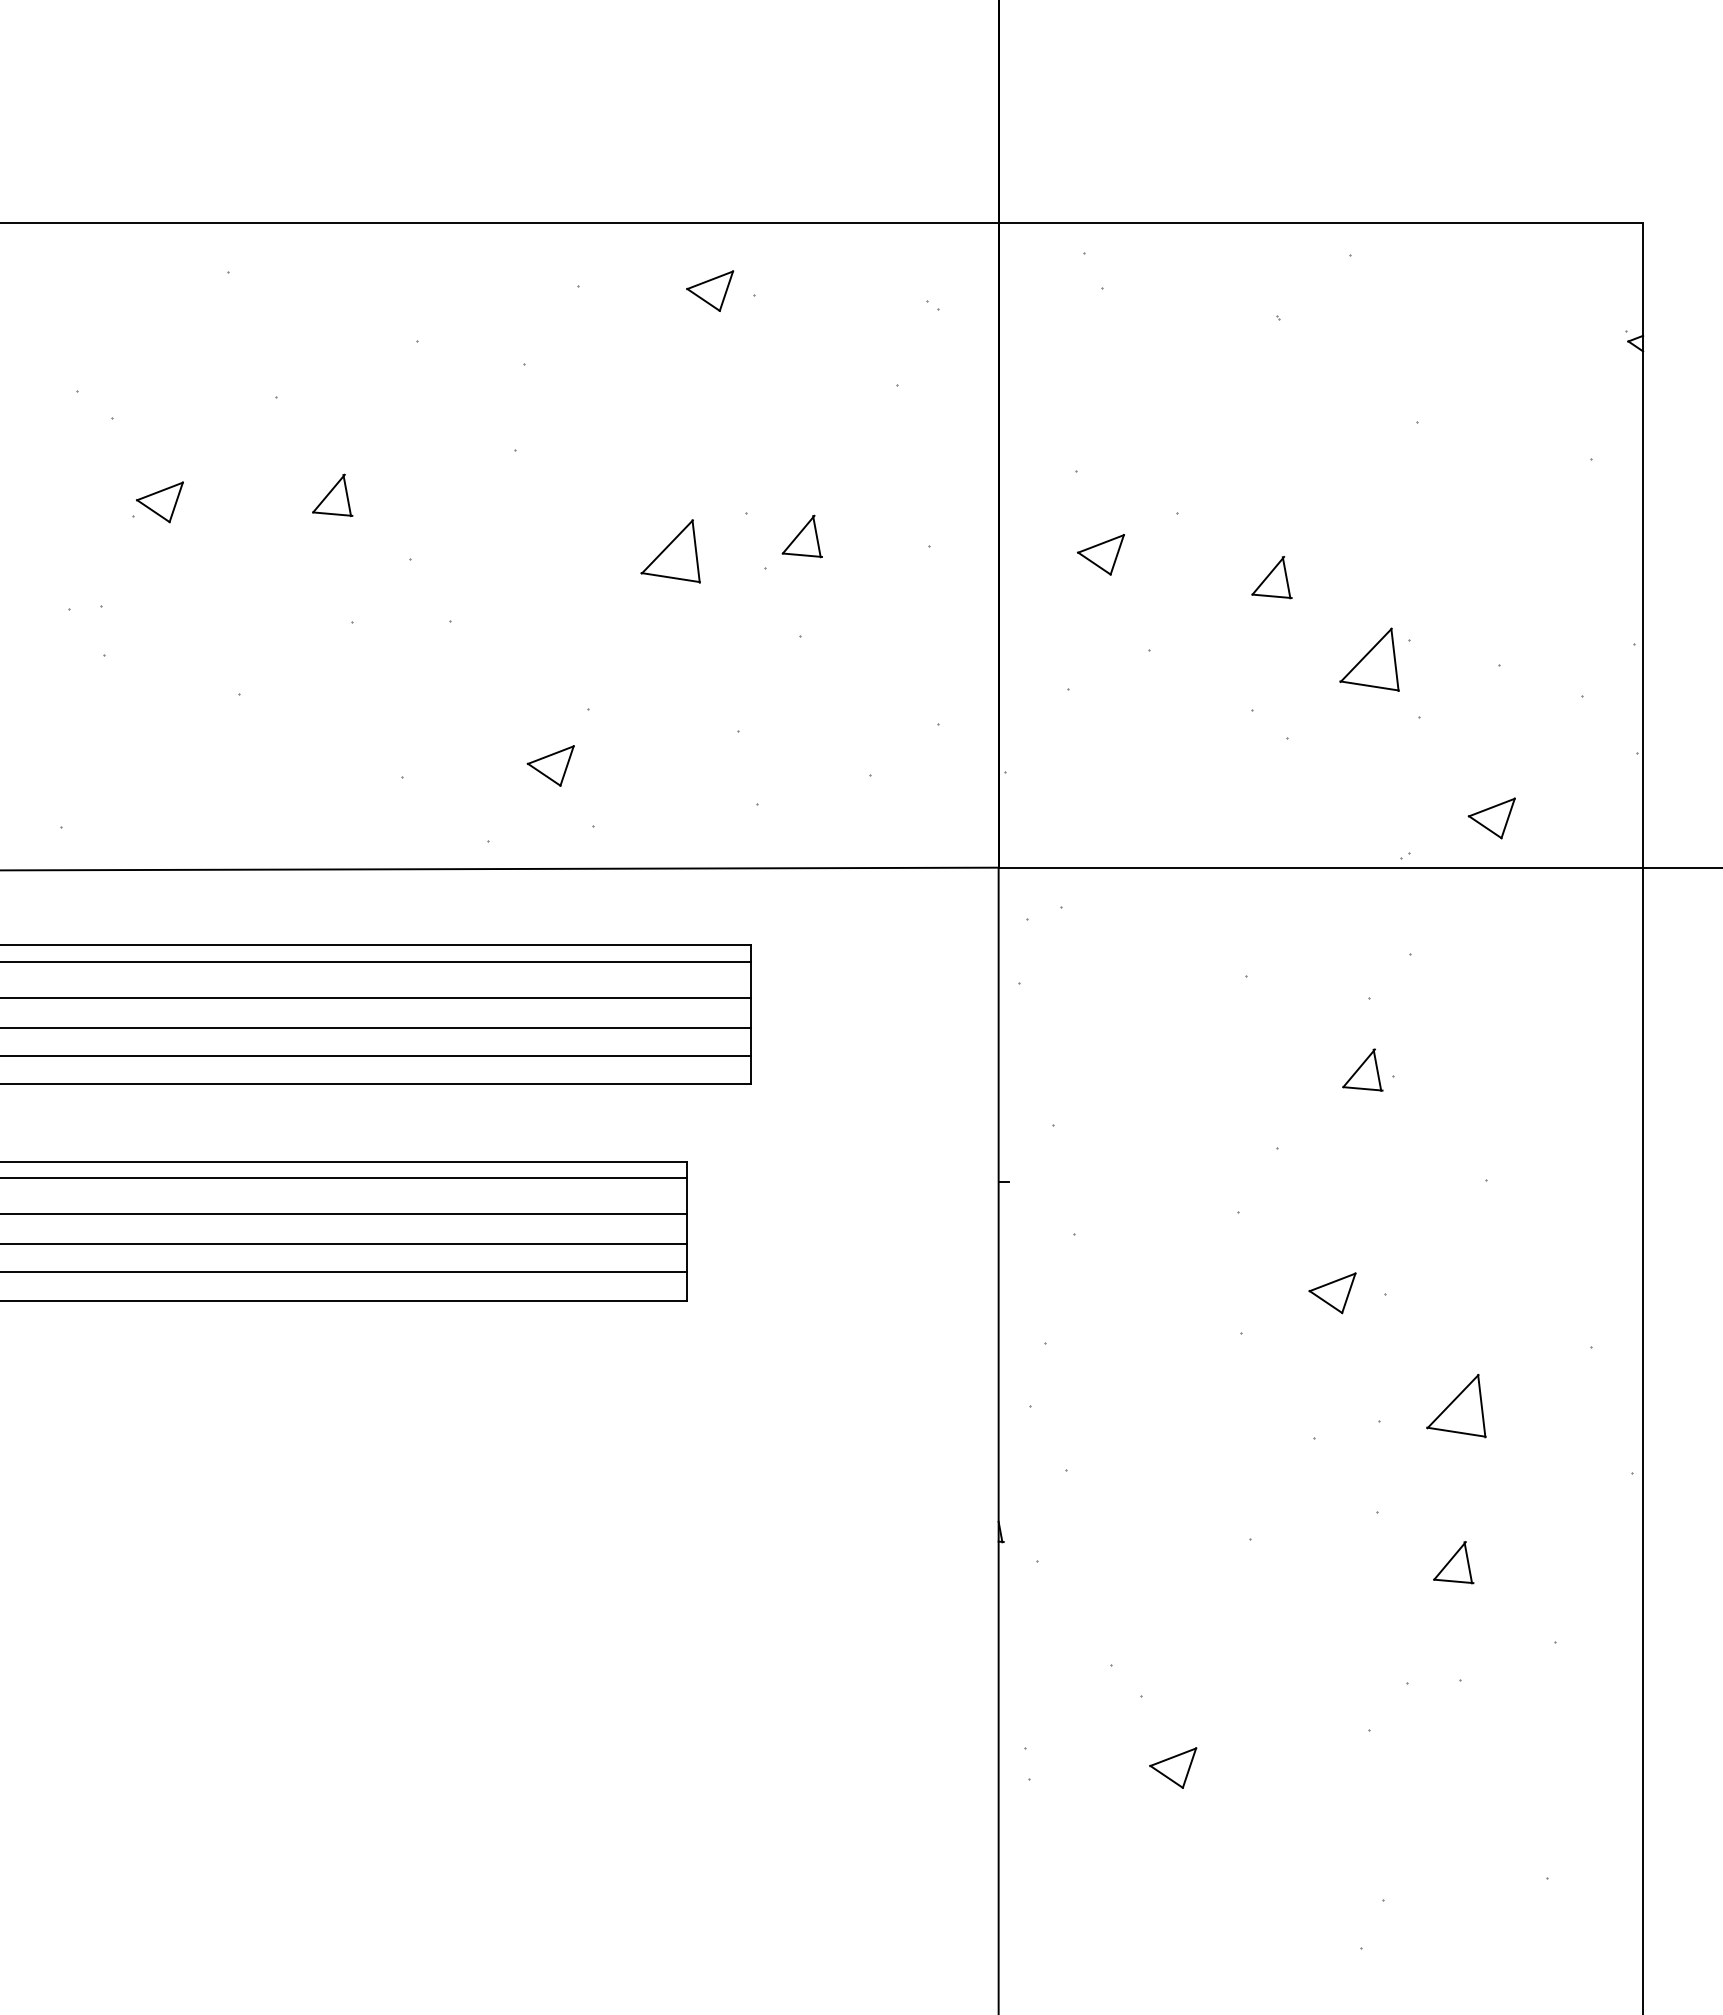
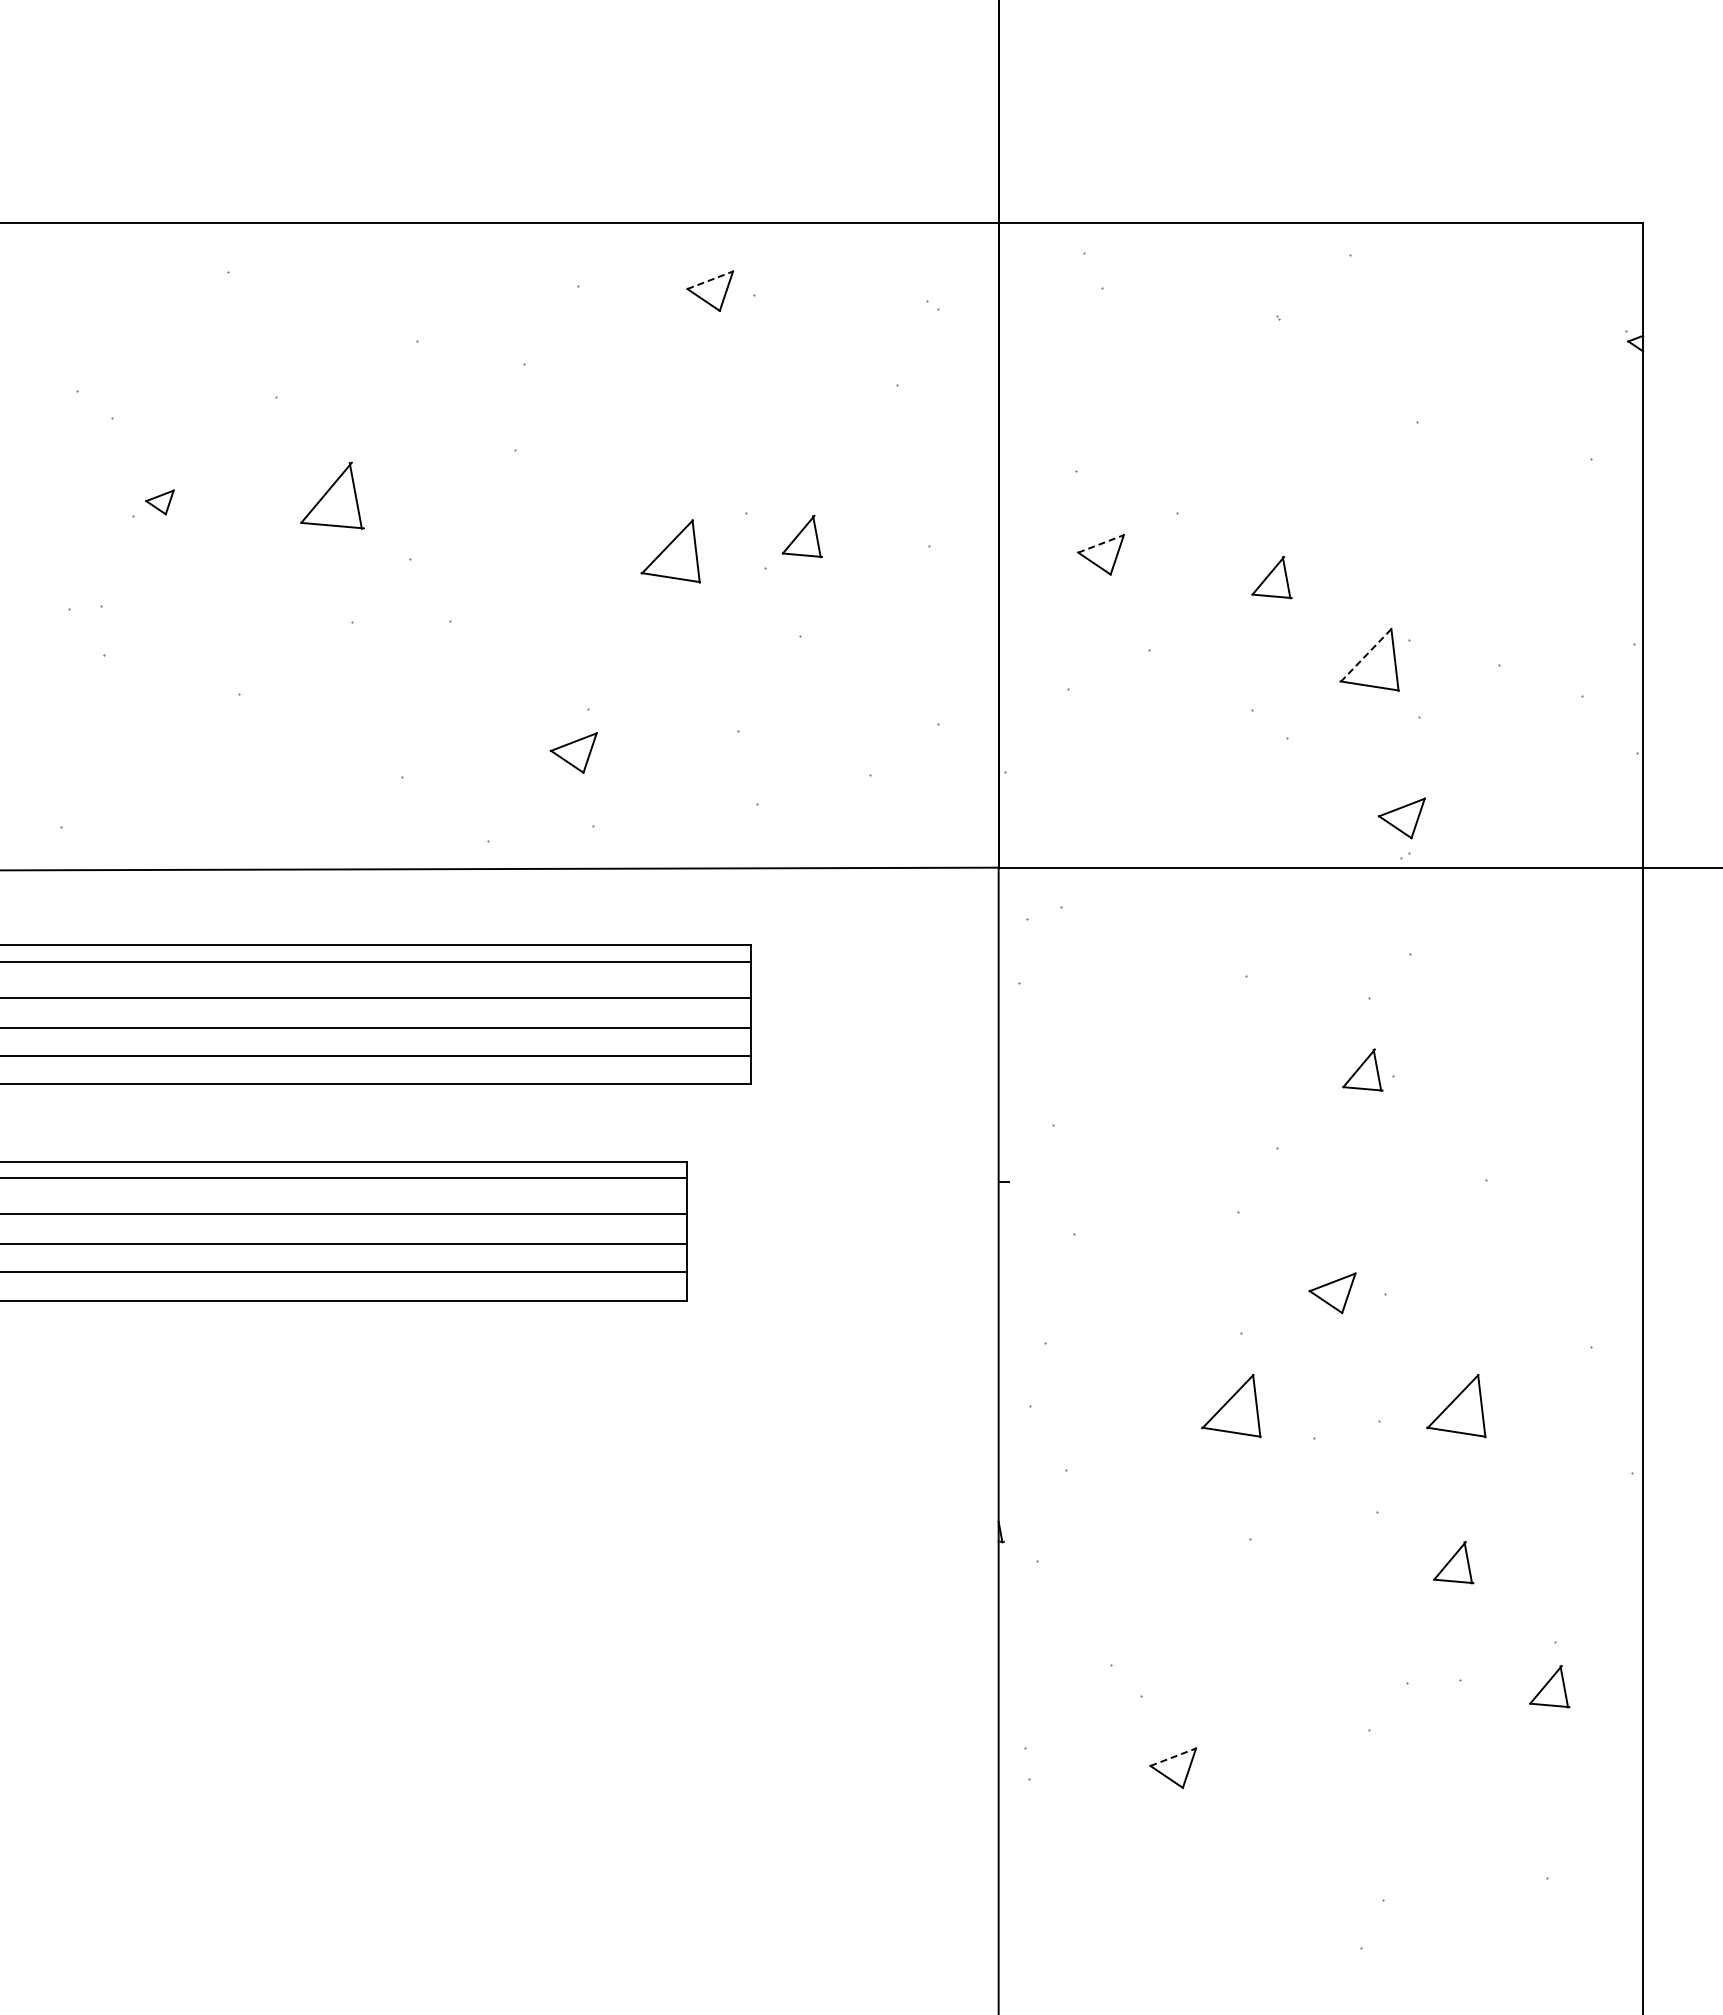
line at (710, 280): solid -> dashed
part at (332, 494) size: 42x44 px -> 65x69 px
part at (159, 502) size: 48x43 px -> 30x27 px
line at (1100, 543): solid -> dashed
line at (1366, 655): solid -> dashed
part at (550, 765) position: (550, 765) -> (573, 752)
part at (1491, 818) position: (1491, 818) -> (1401, 818)
part at (1231, 1406): none -> present
part at (1549, 1686): none -> present
line at (1173, 1757): solid -> dashed
